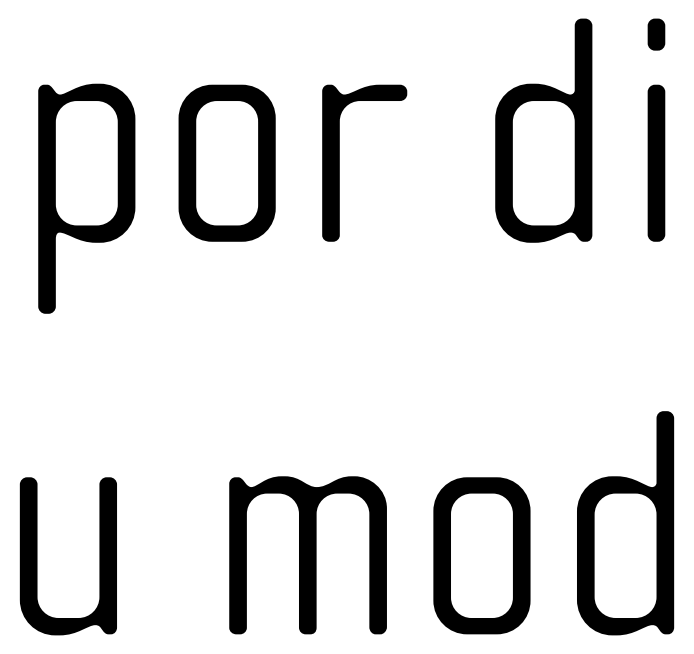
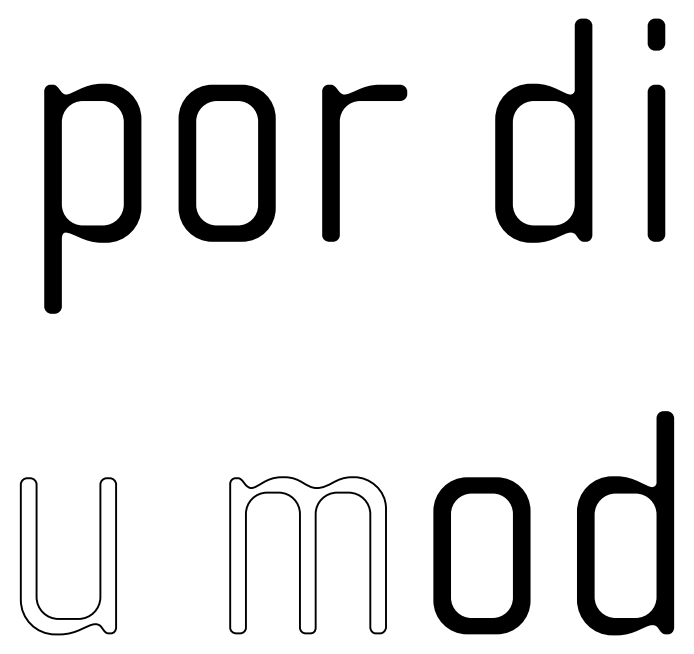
part at (86, 198) position: (86, 198) -> (92, 198)
fill at (307, 555): present -> none
fill at (68, 556): present -> none
